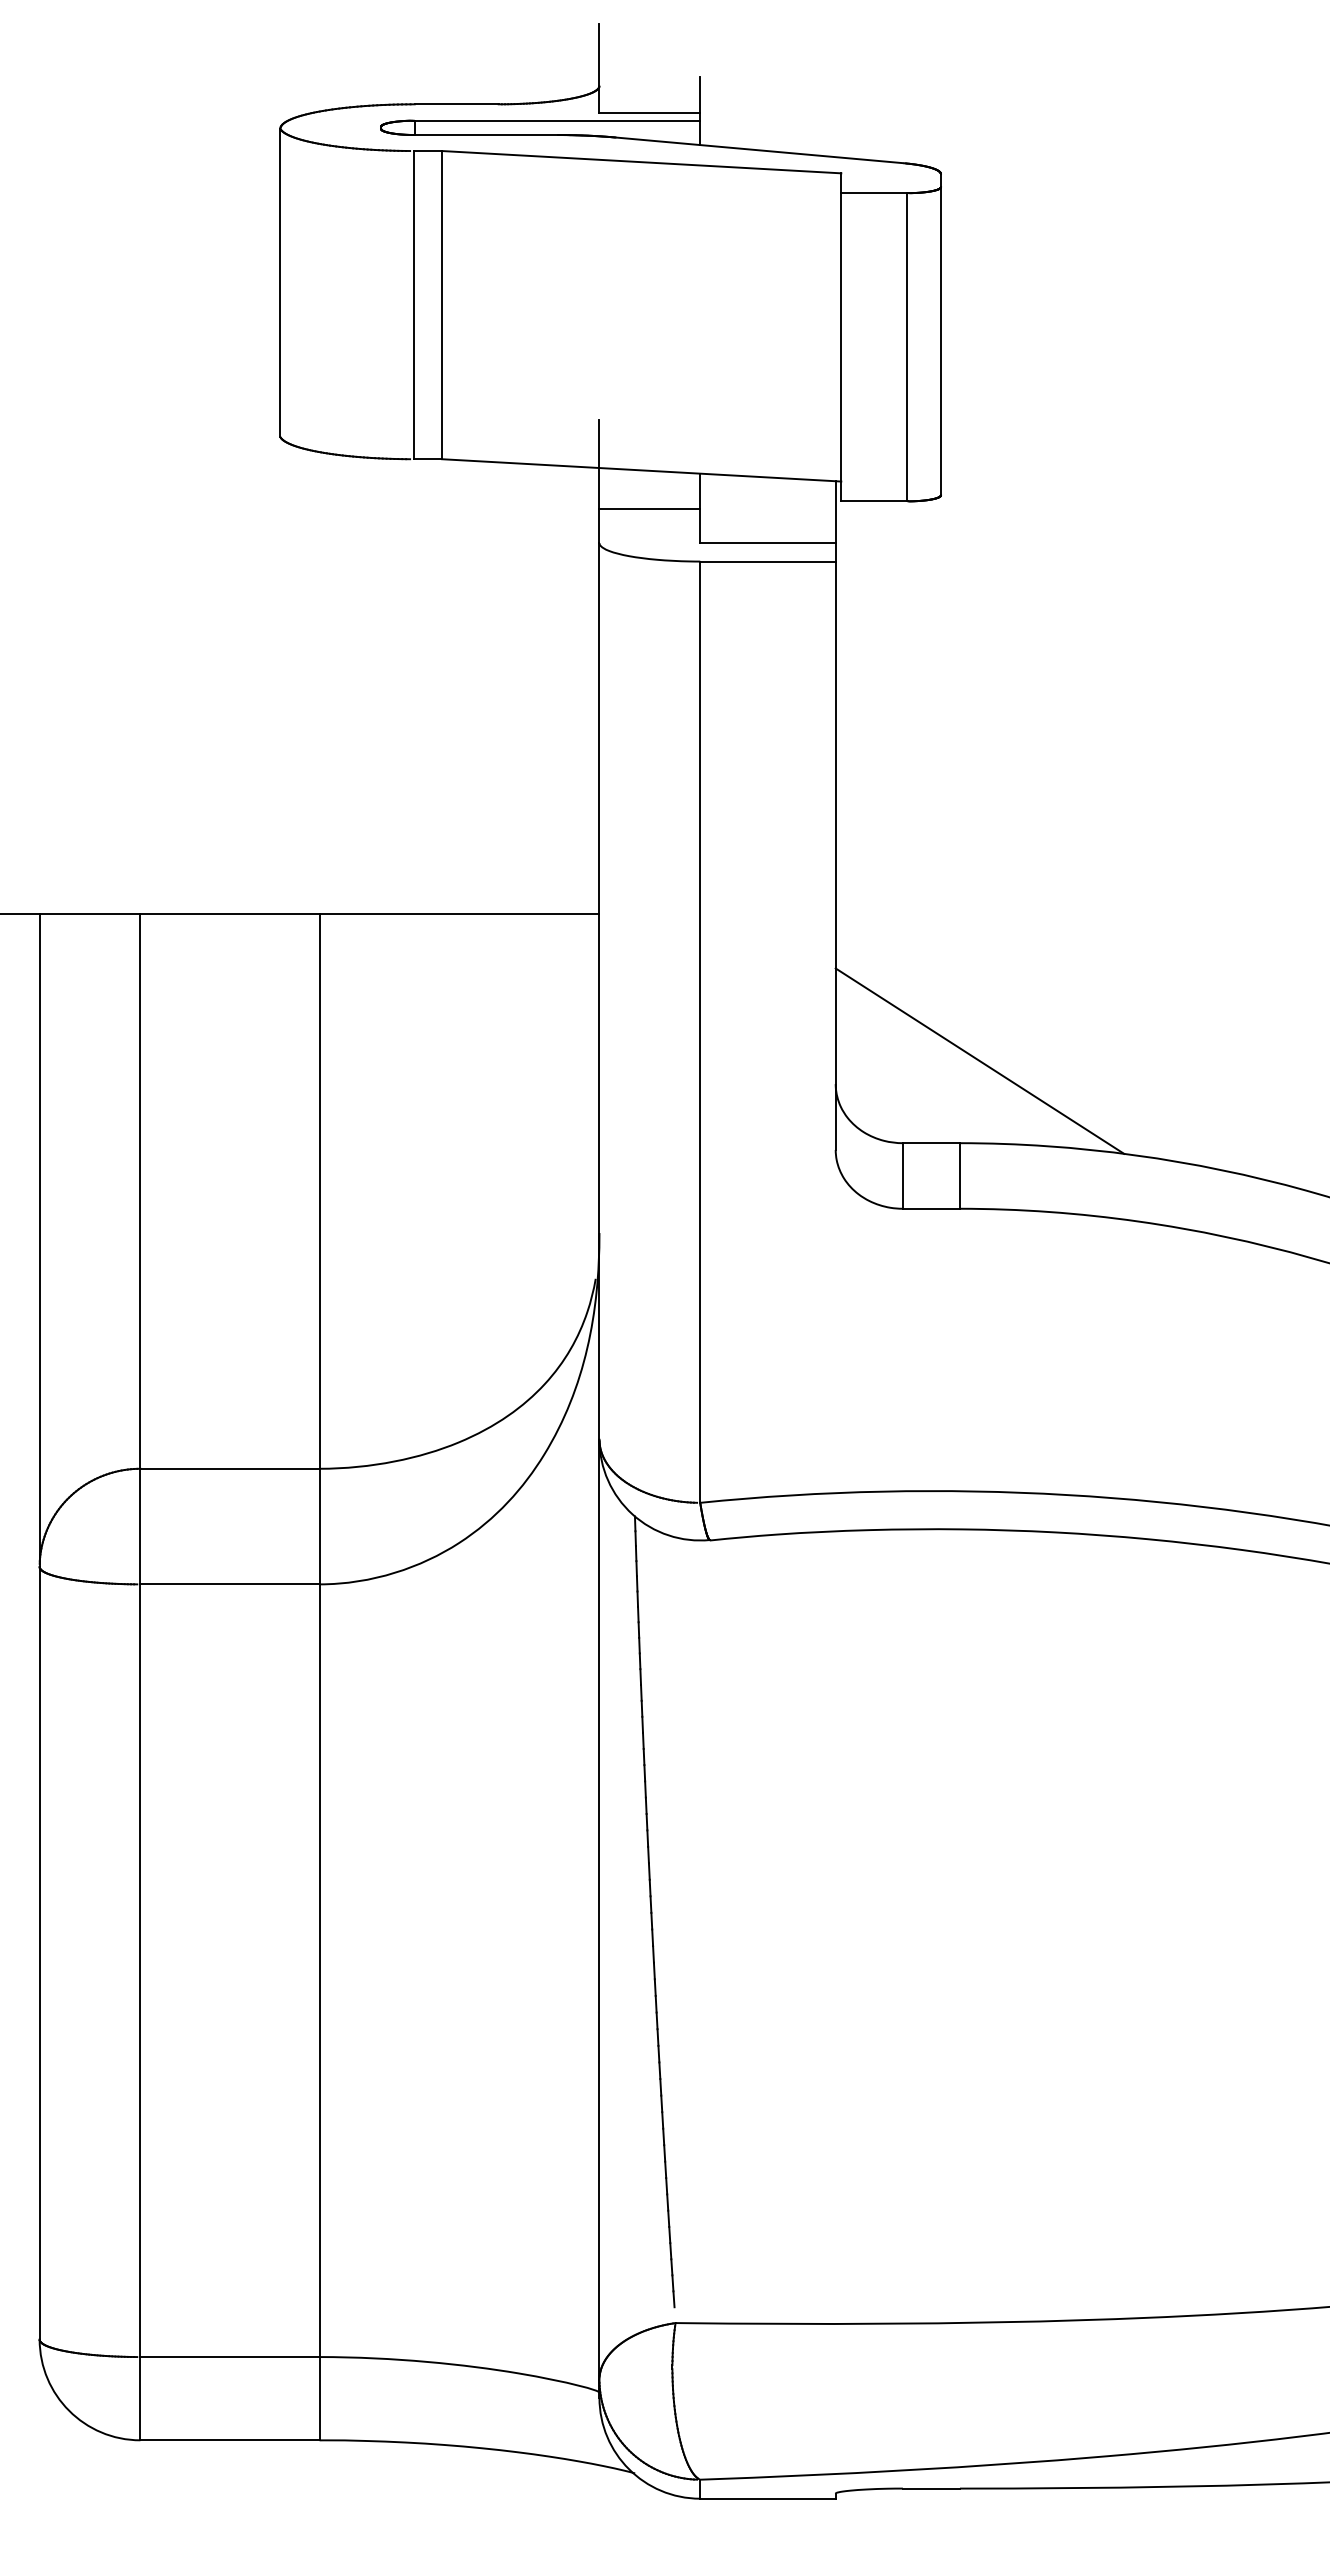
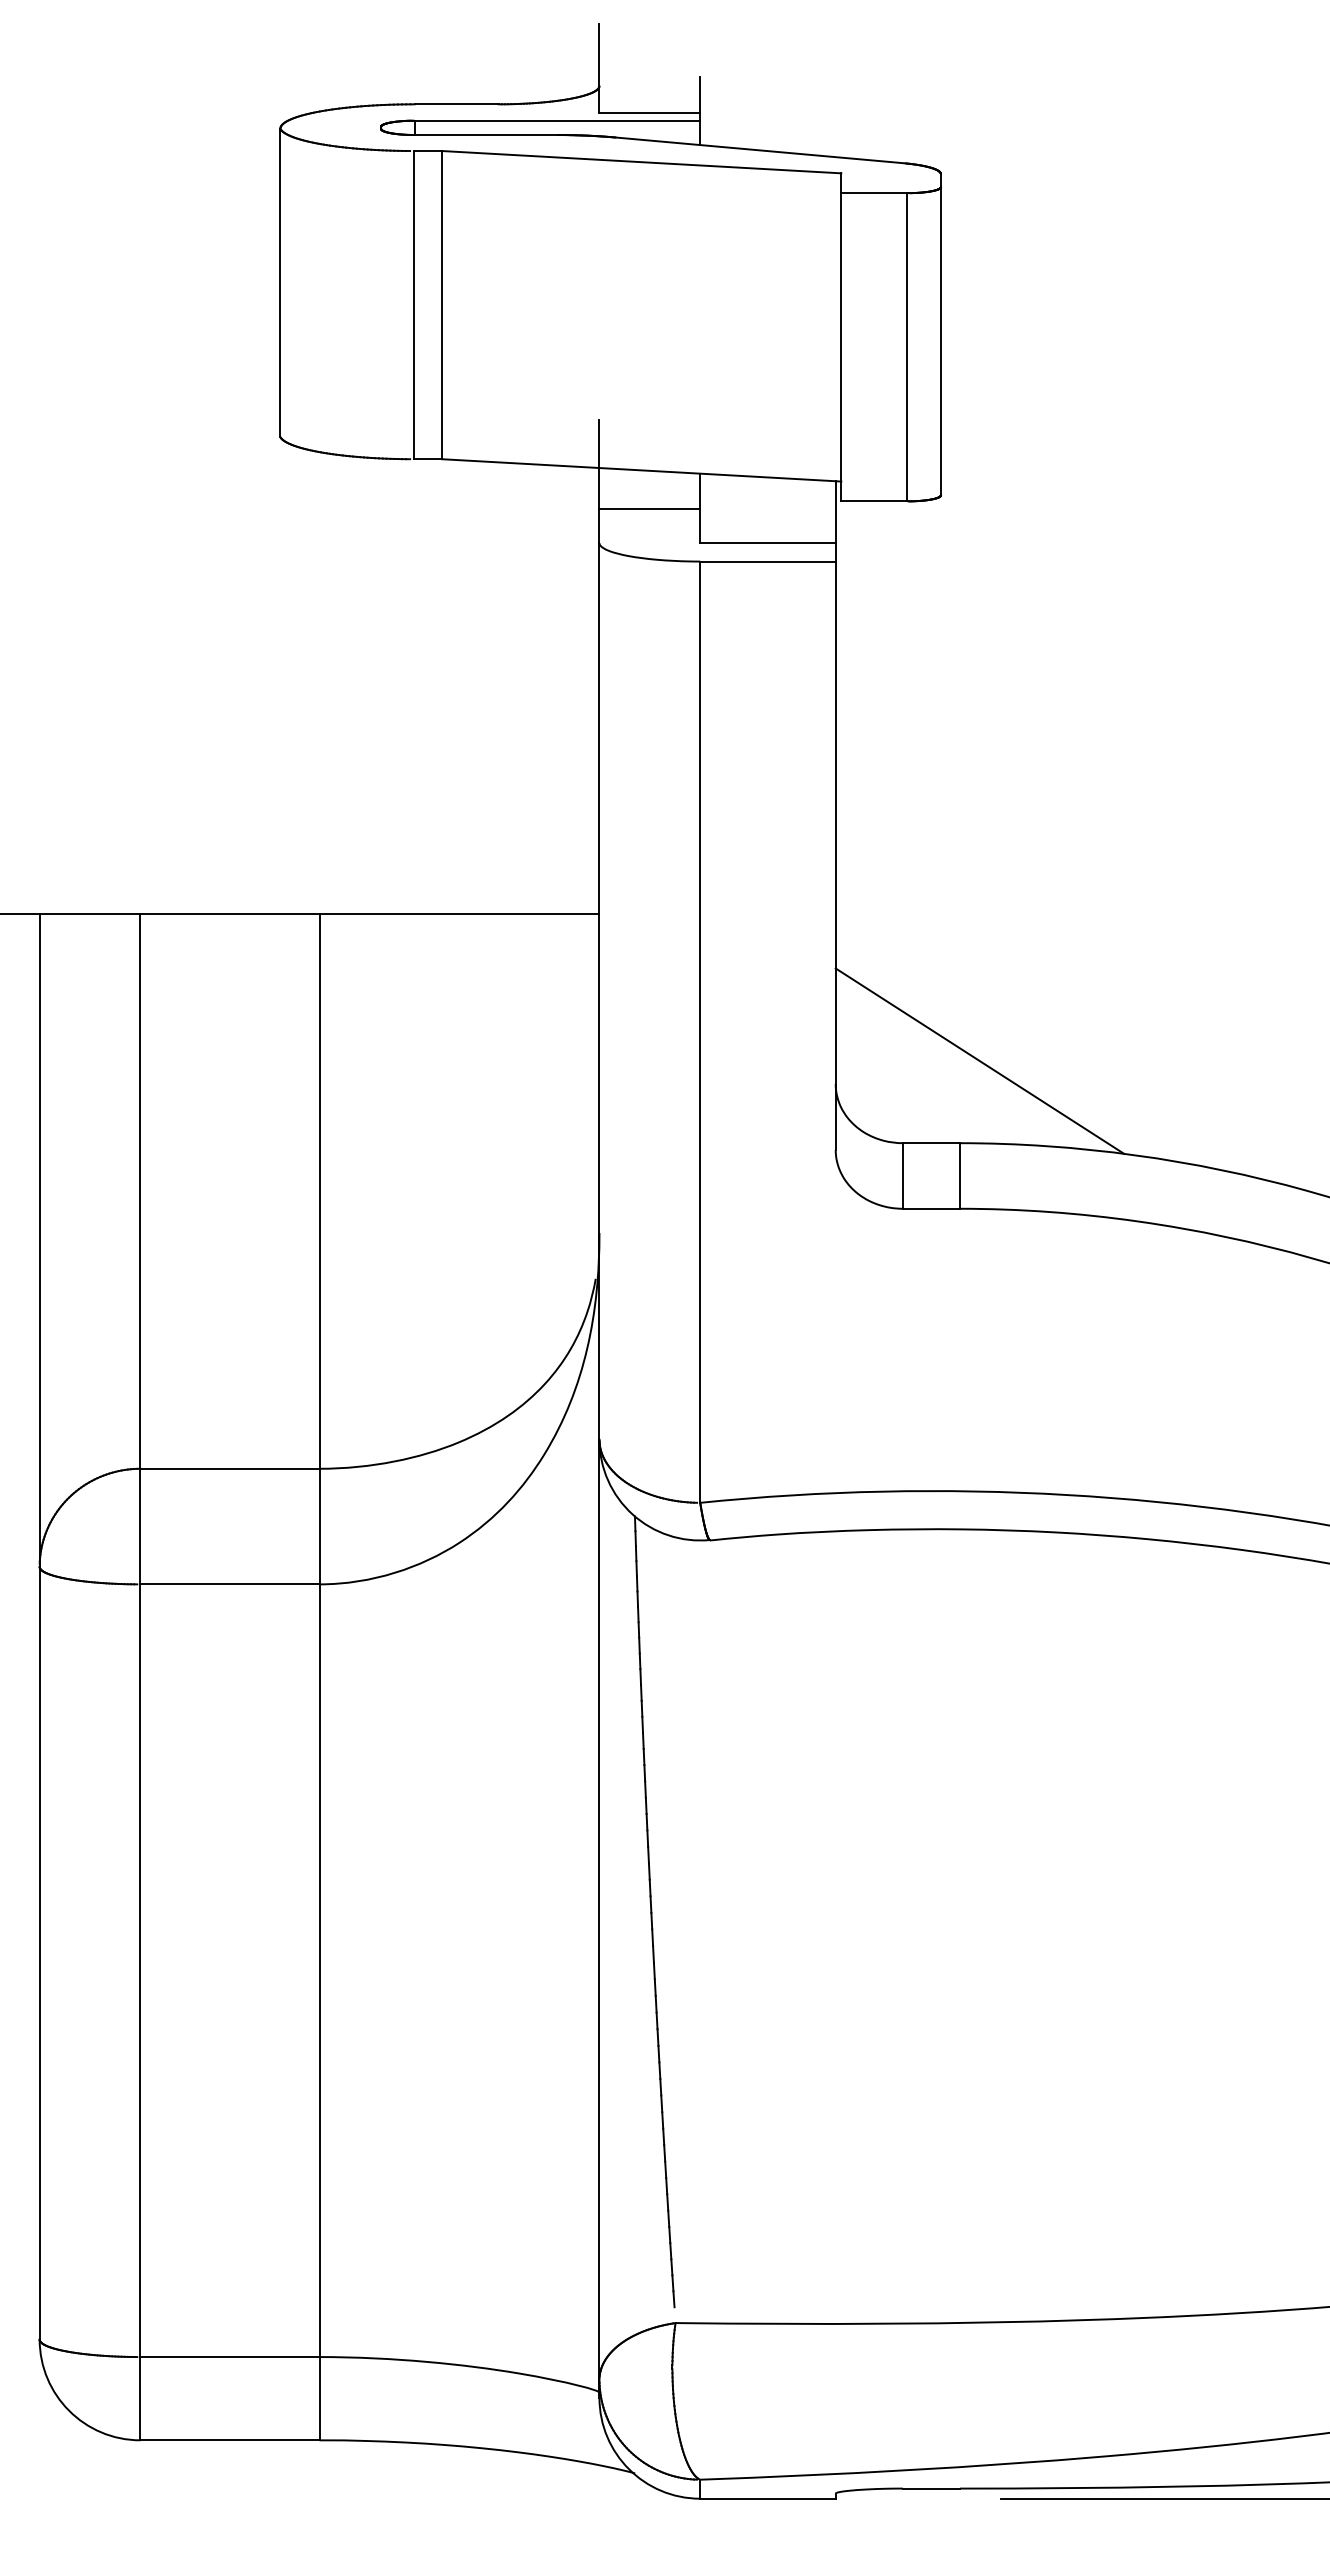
line at (1163, 2498): none -> present
